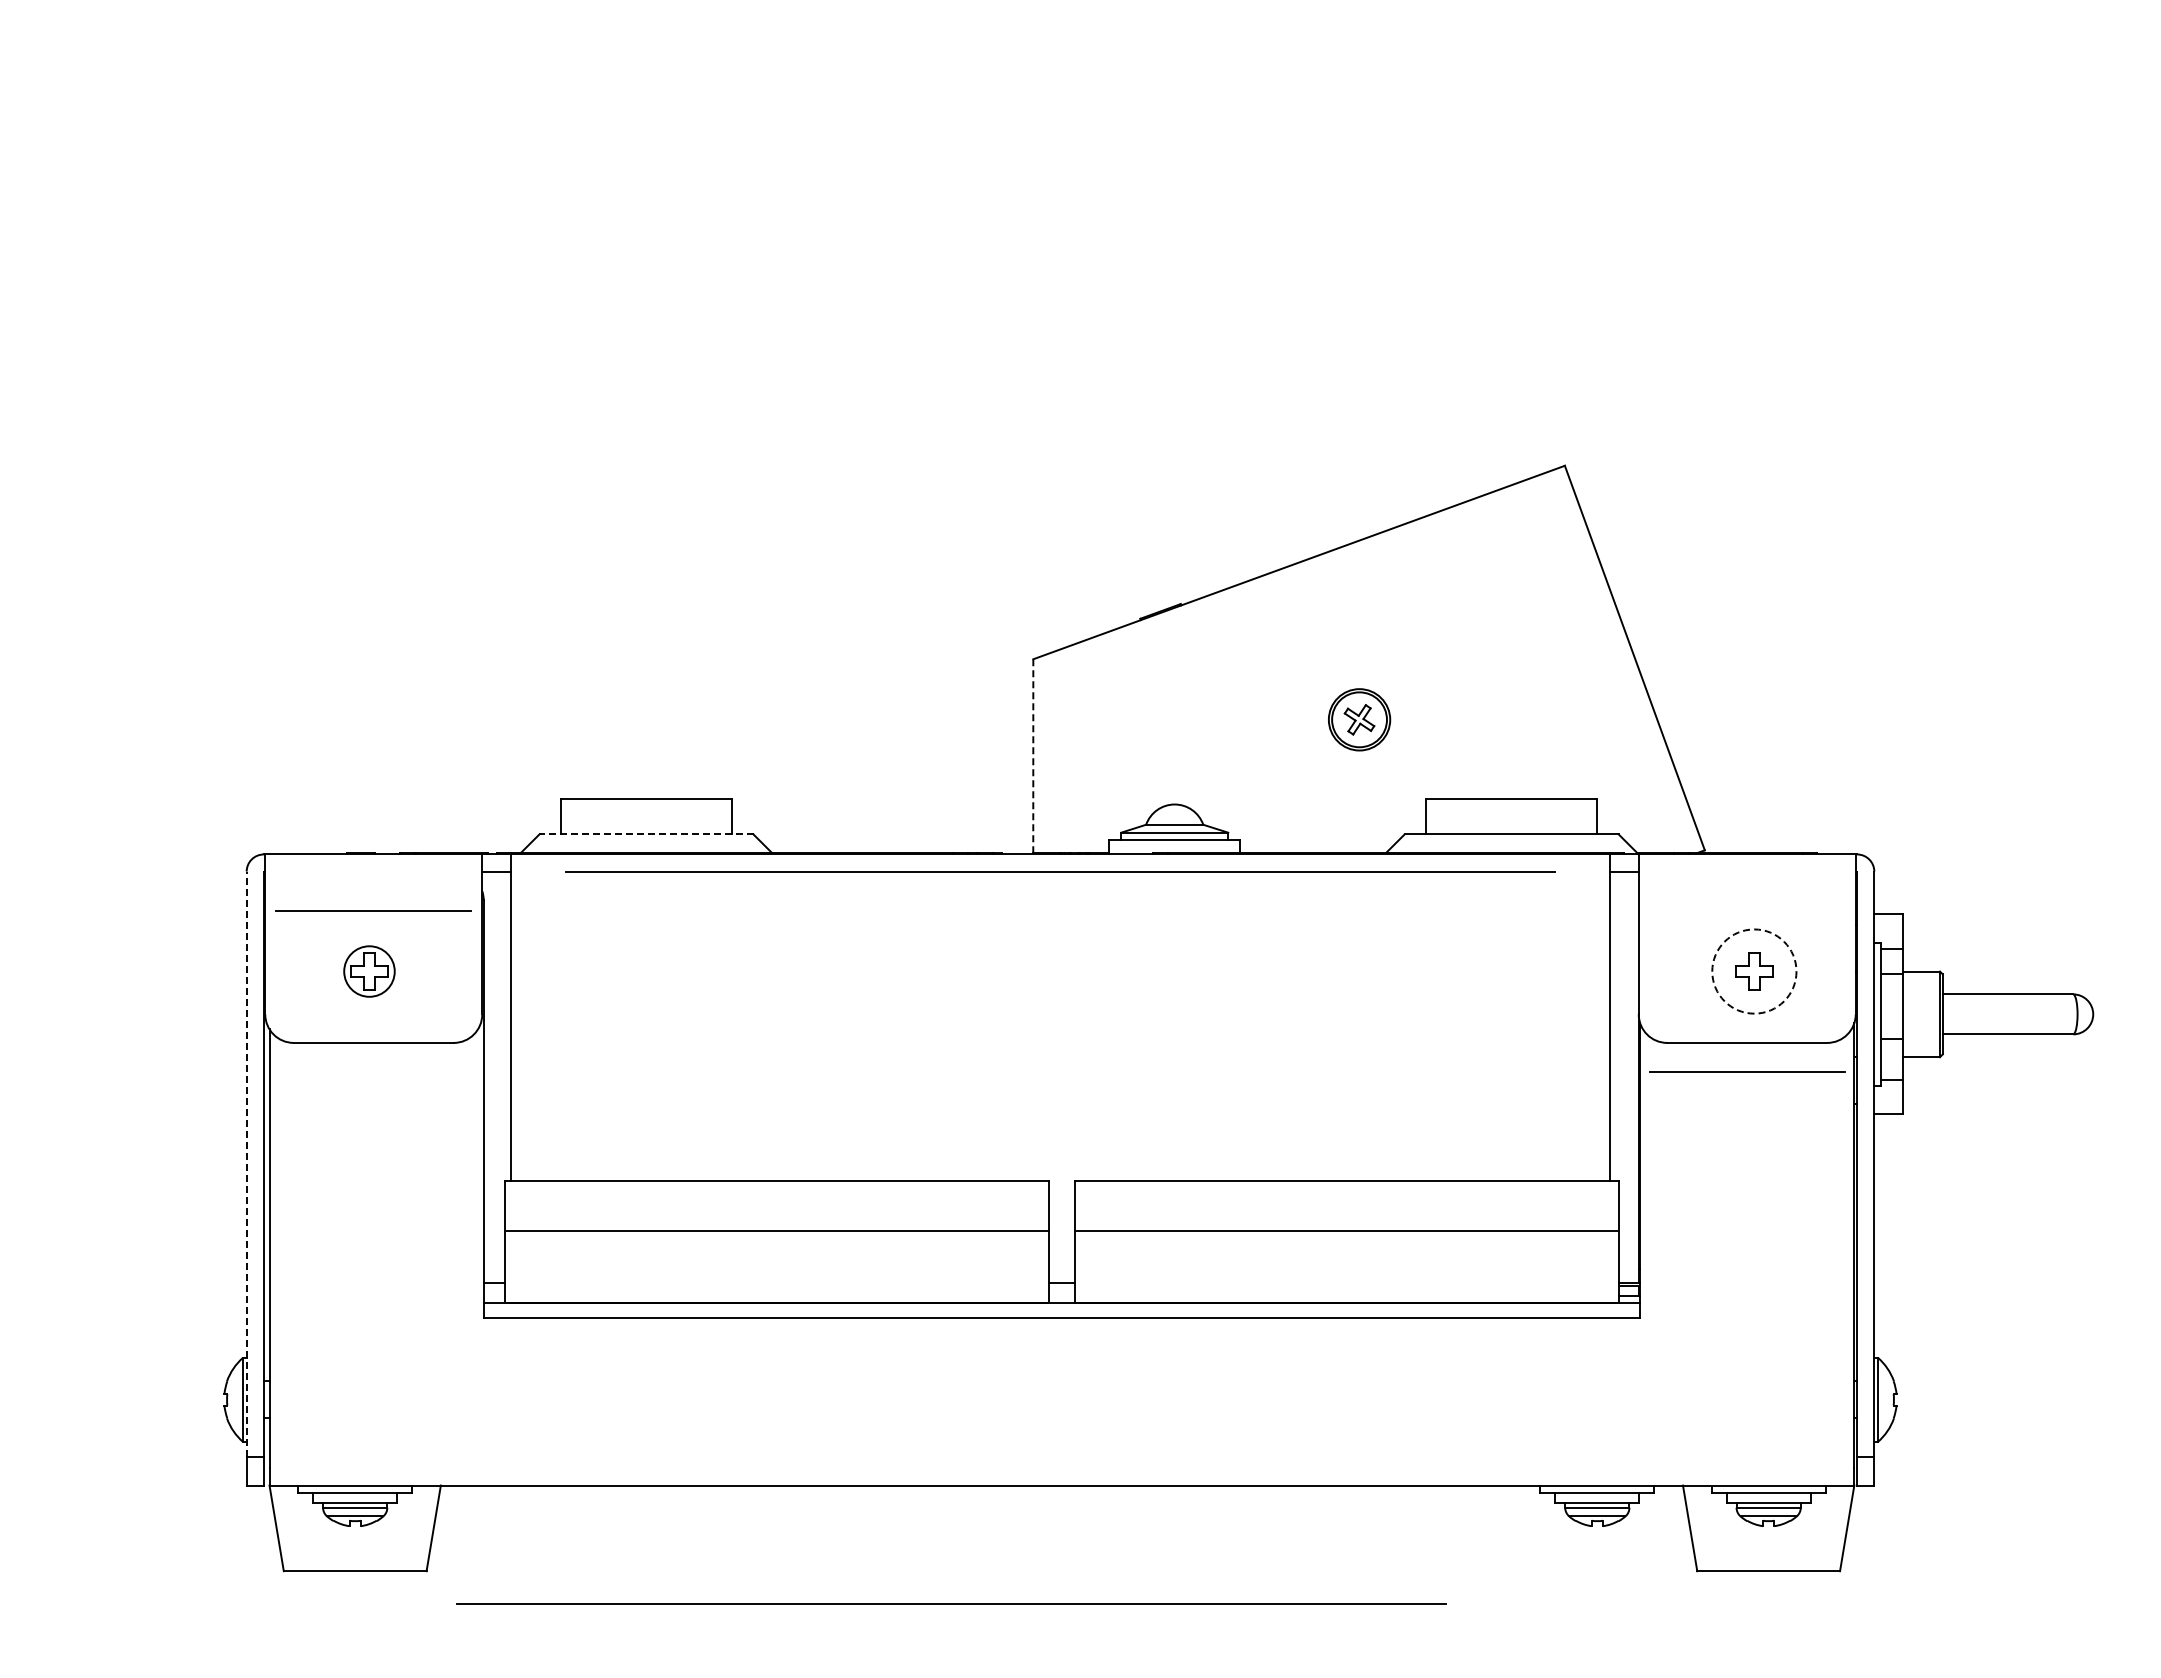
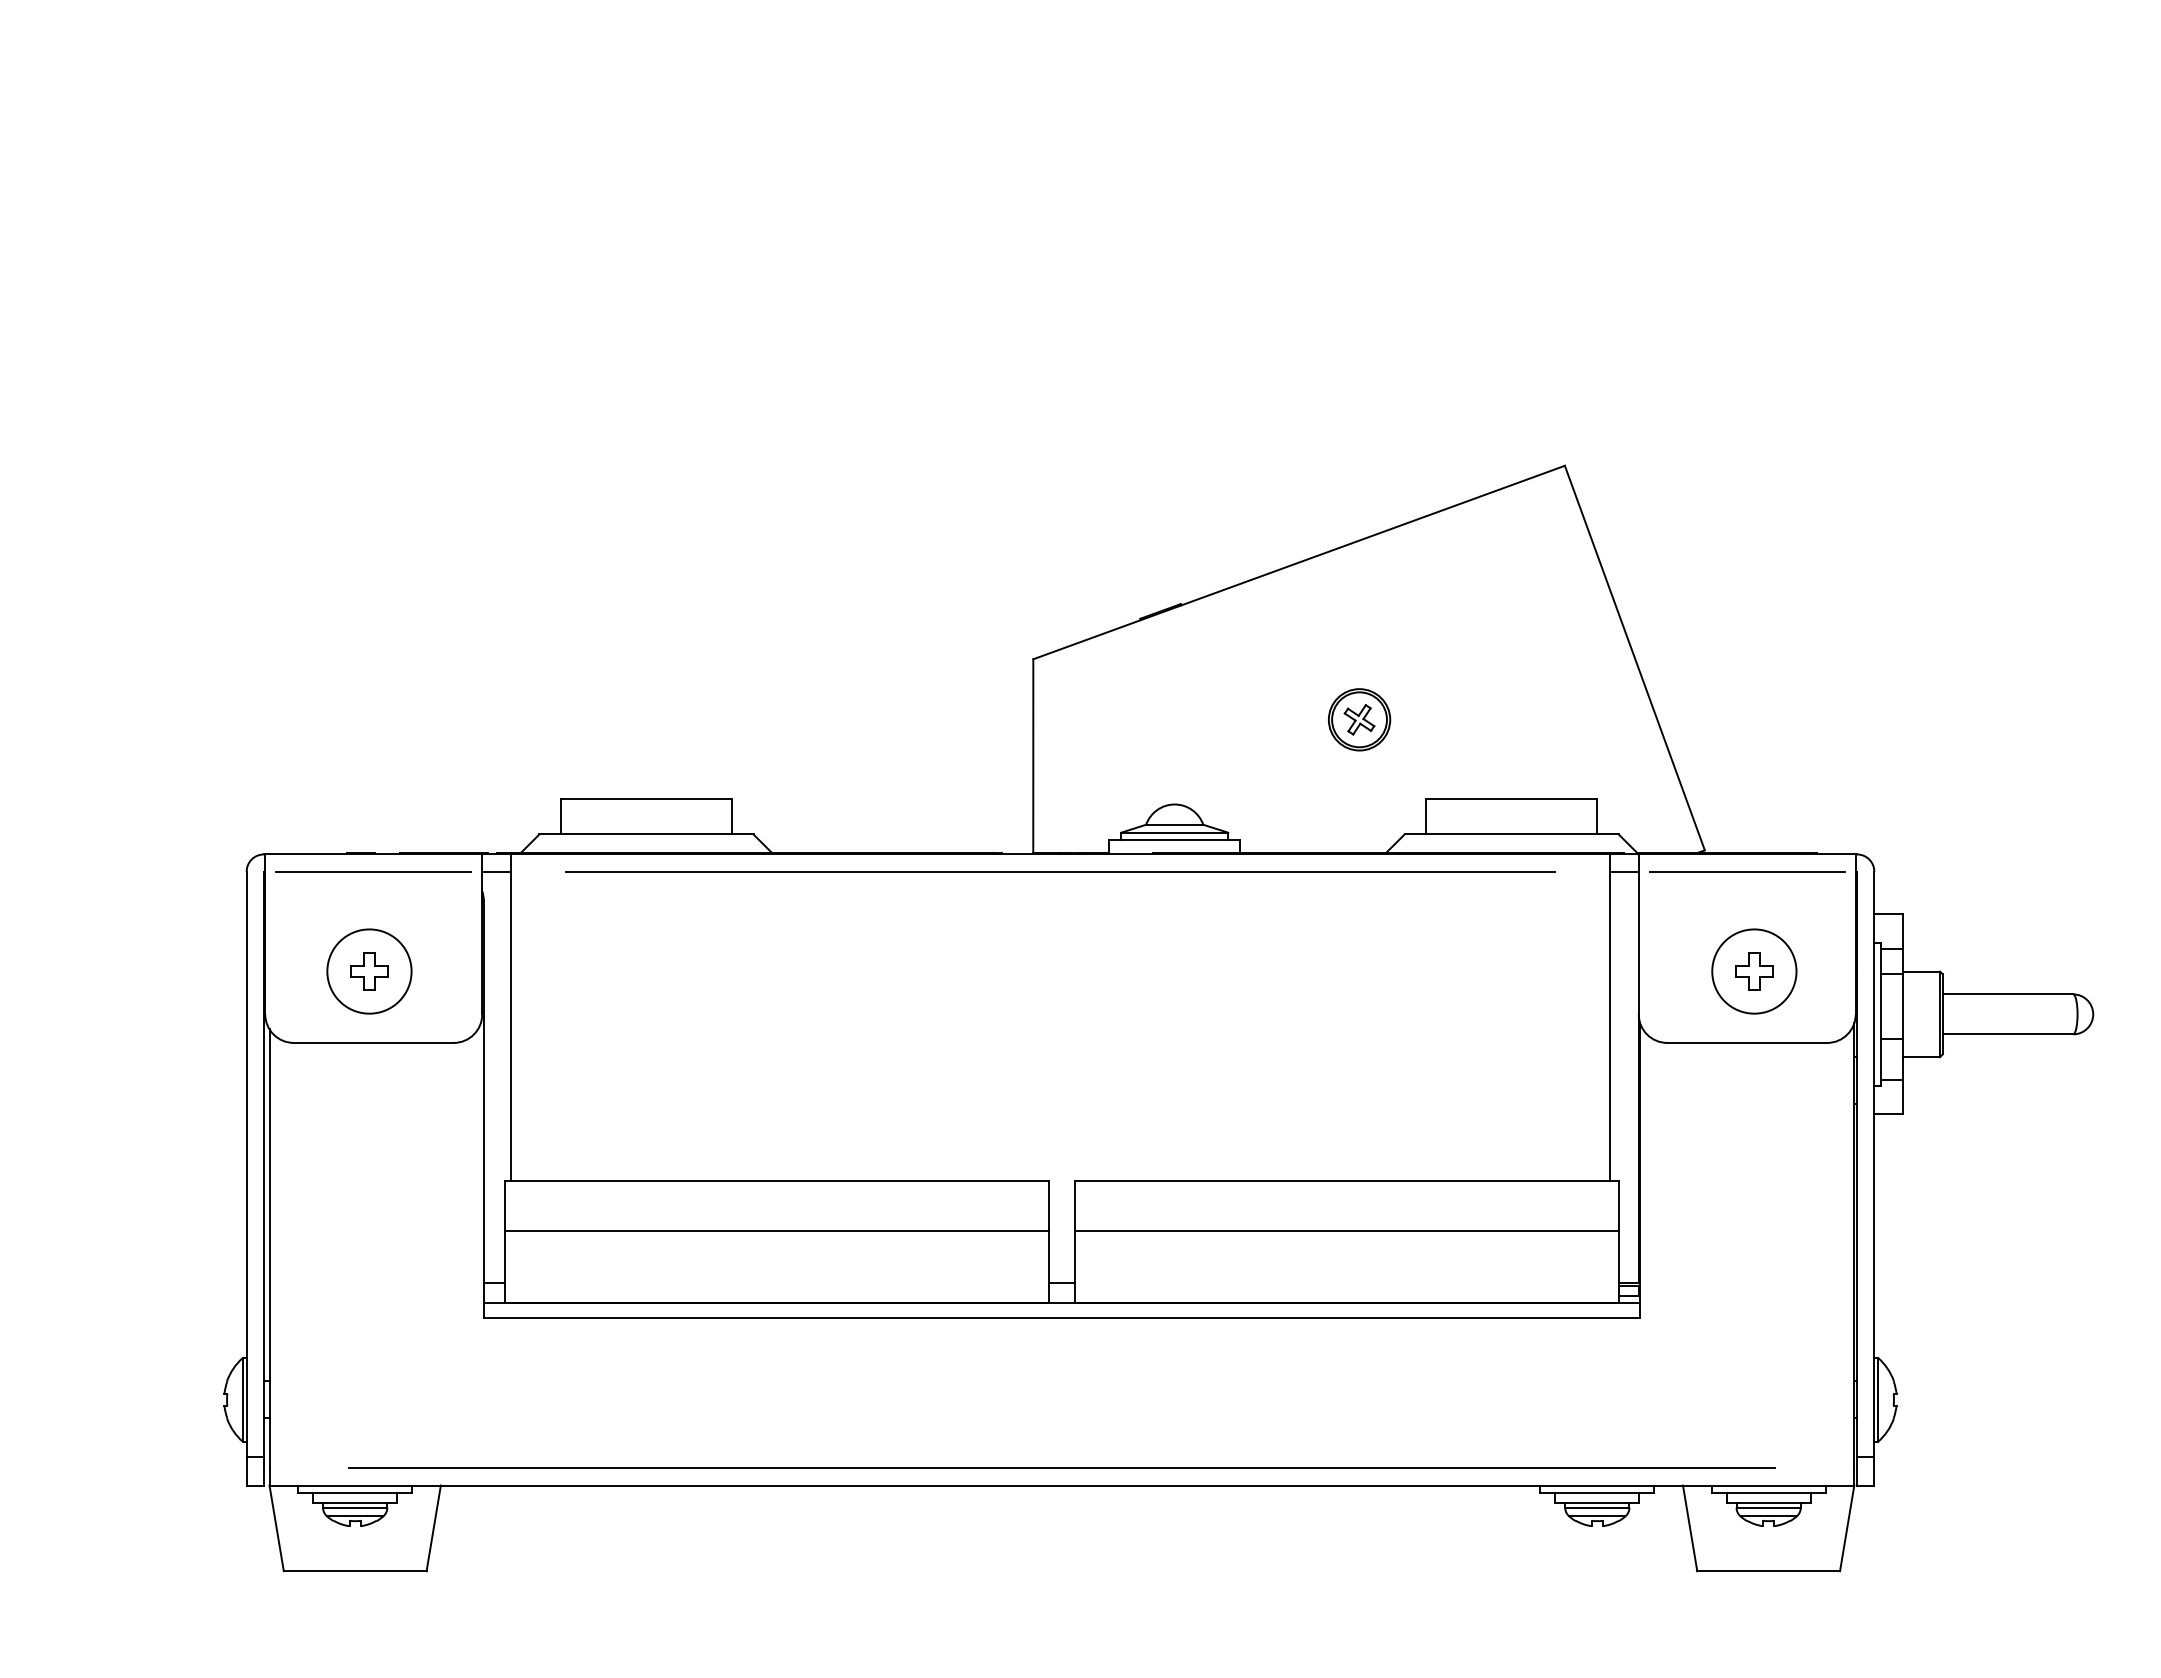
line at (1033, 756): dashed -> solid
line at (645, 834): dashed -> solid
line at (373, 910) position: (373, 910) -> (373, 871)
circle at (369, 971) diameter: 51 px -> 84 px
circle at (1754, 971): dashed -> solid
line at (1747, 1071) position: (1747, 1071) -> (1747, 871)
line at (246, 1164): dashed -> solid
line at (1061, 1468): none -> present
line at (951, 1603): present -> none
